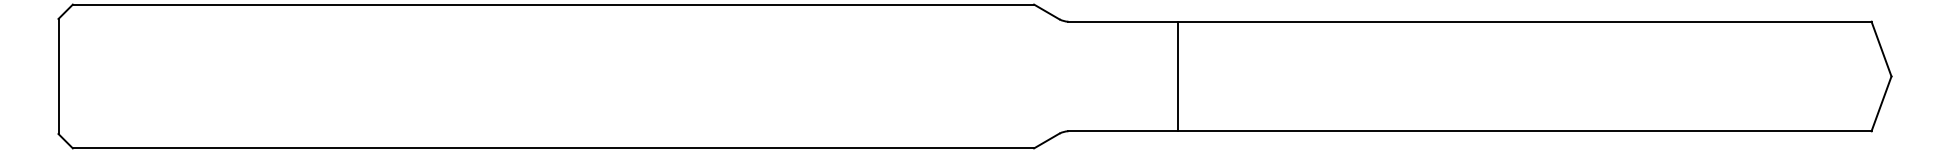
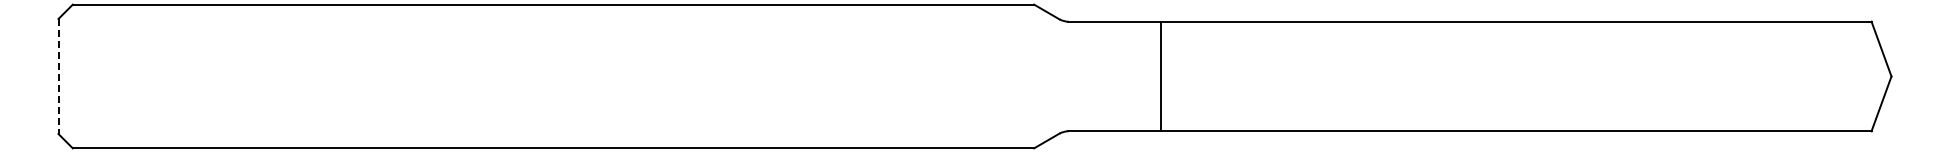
line at (58, 76): solid -> dashed
line at (1178, 76) position: (1178, 76) -> (1161, 76)
